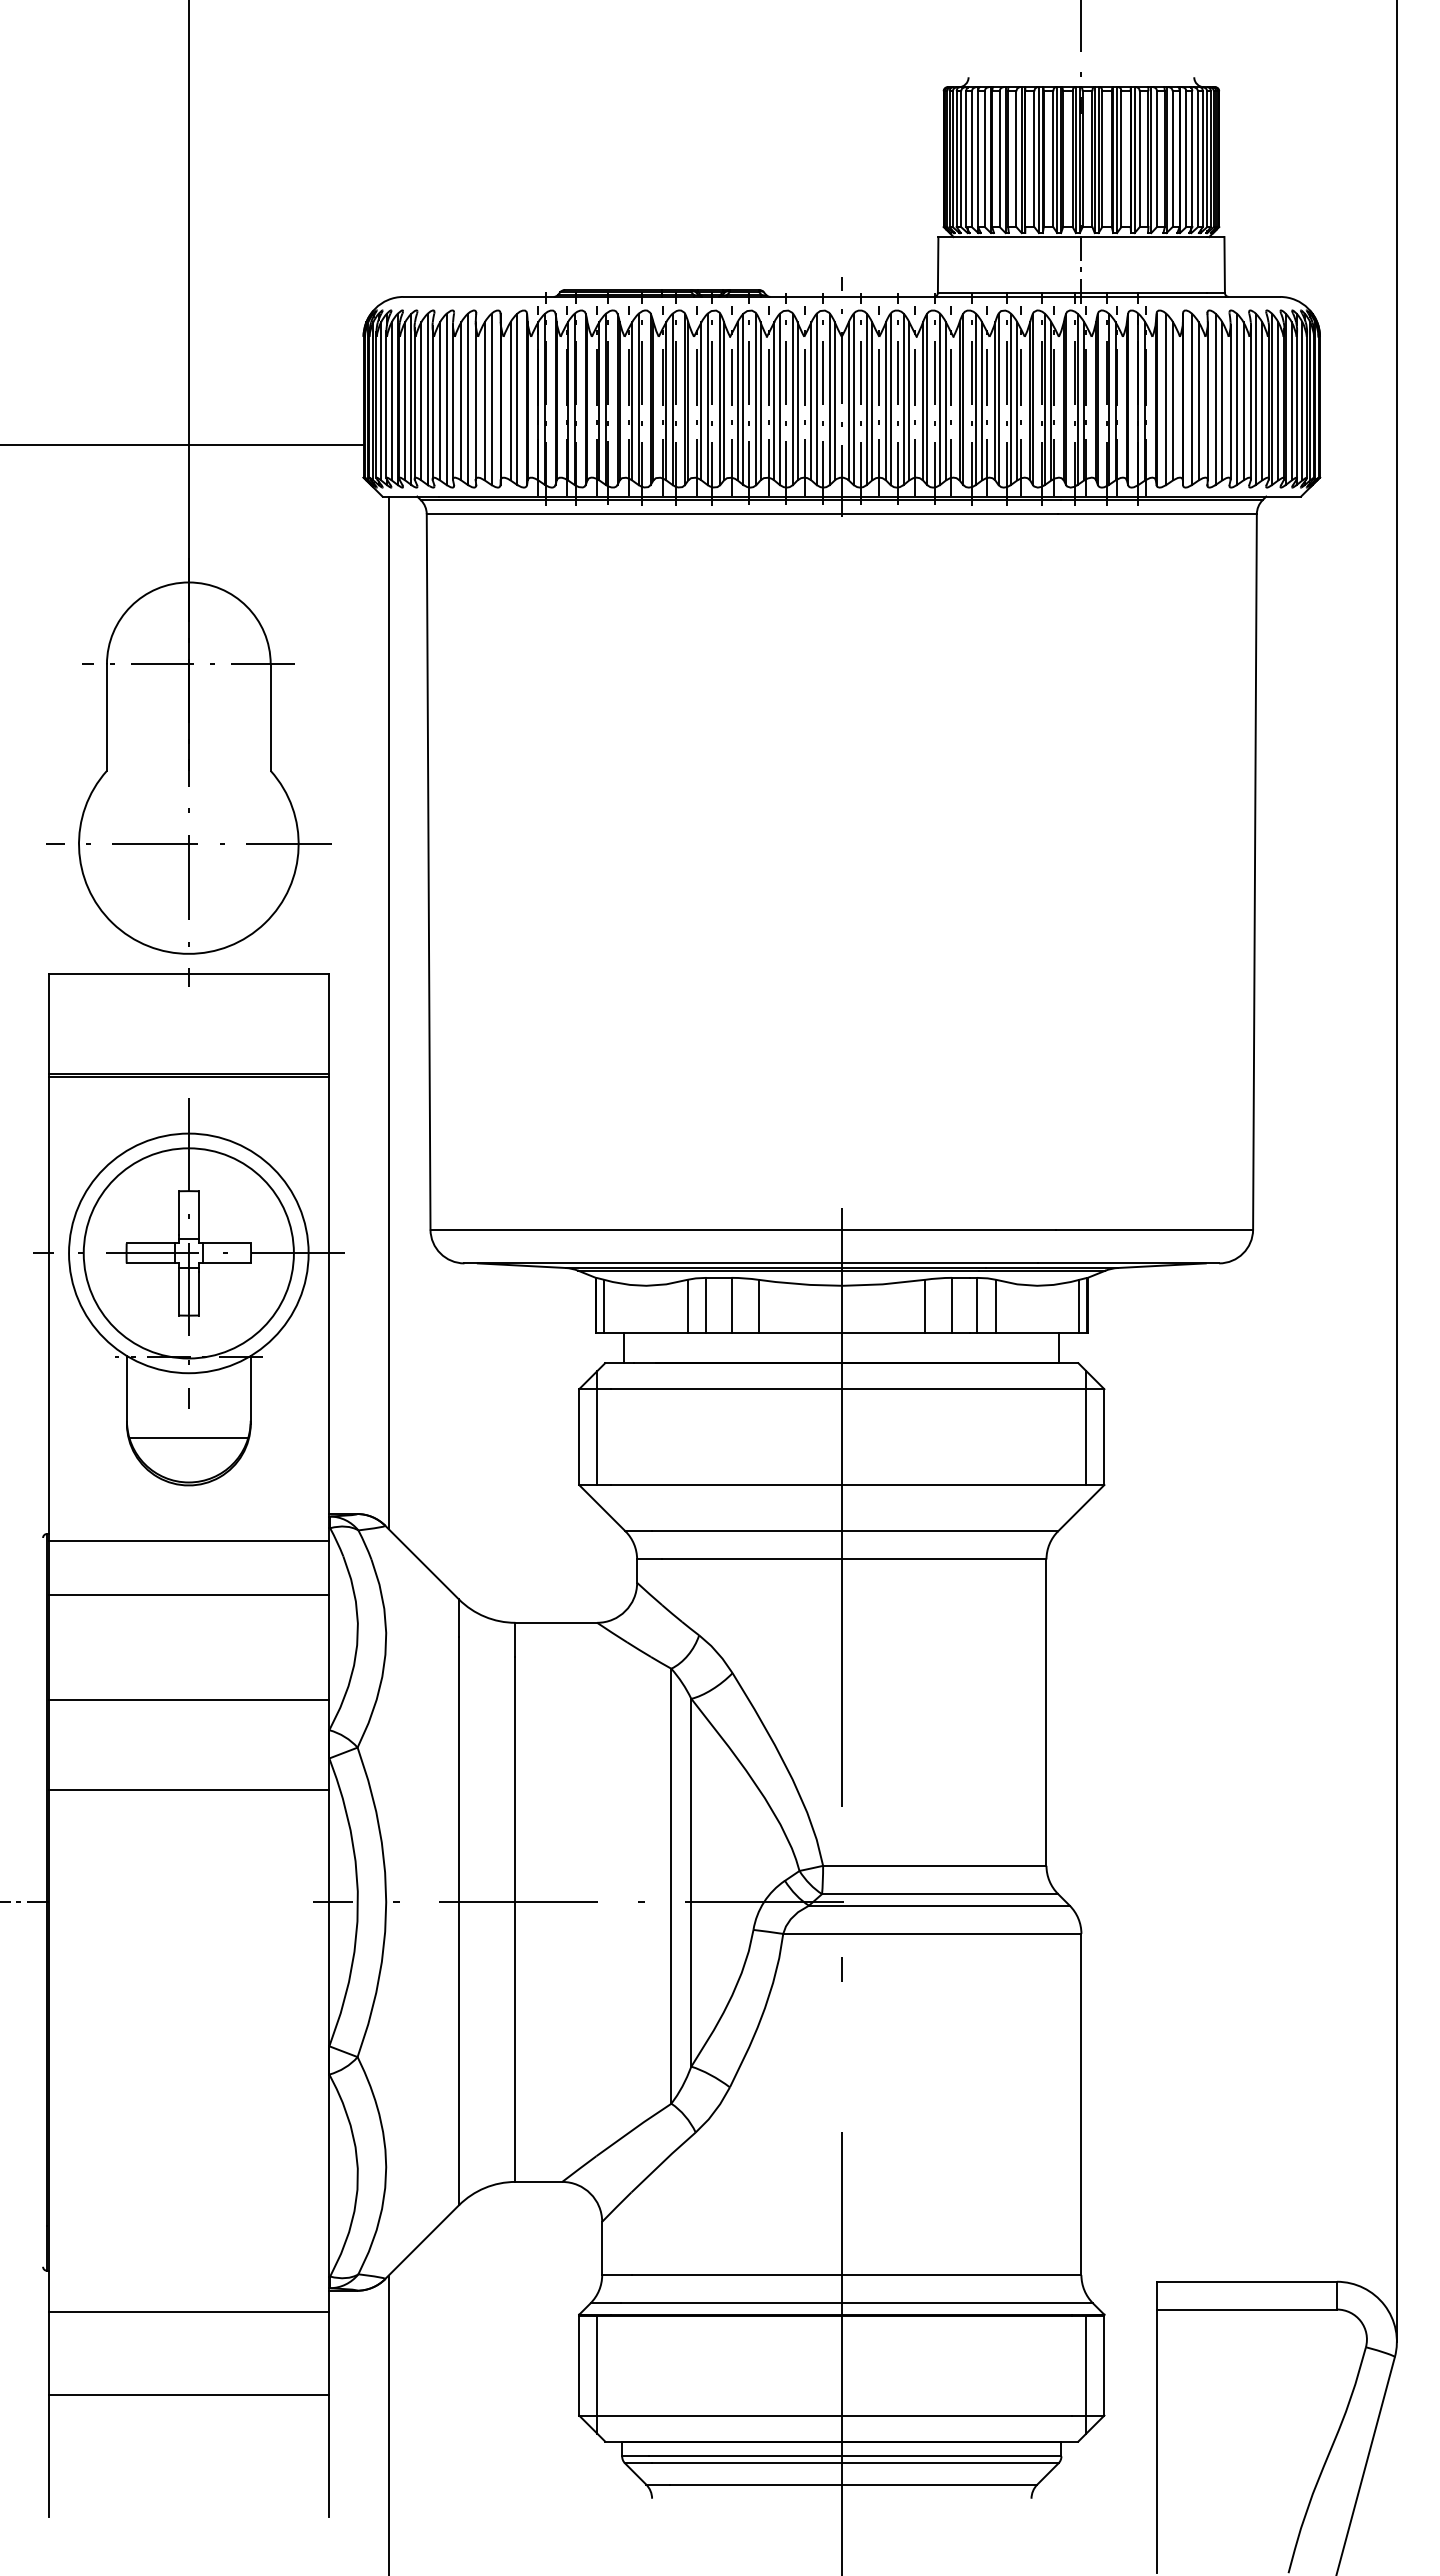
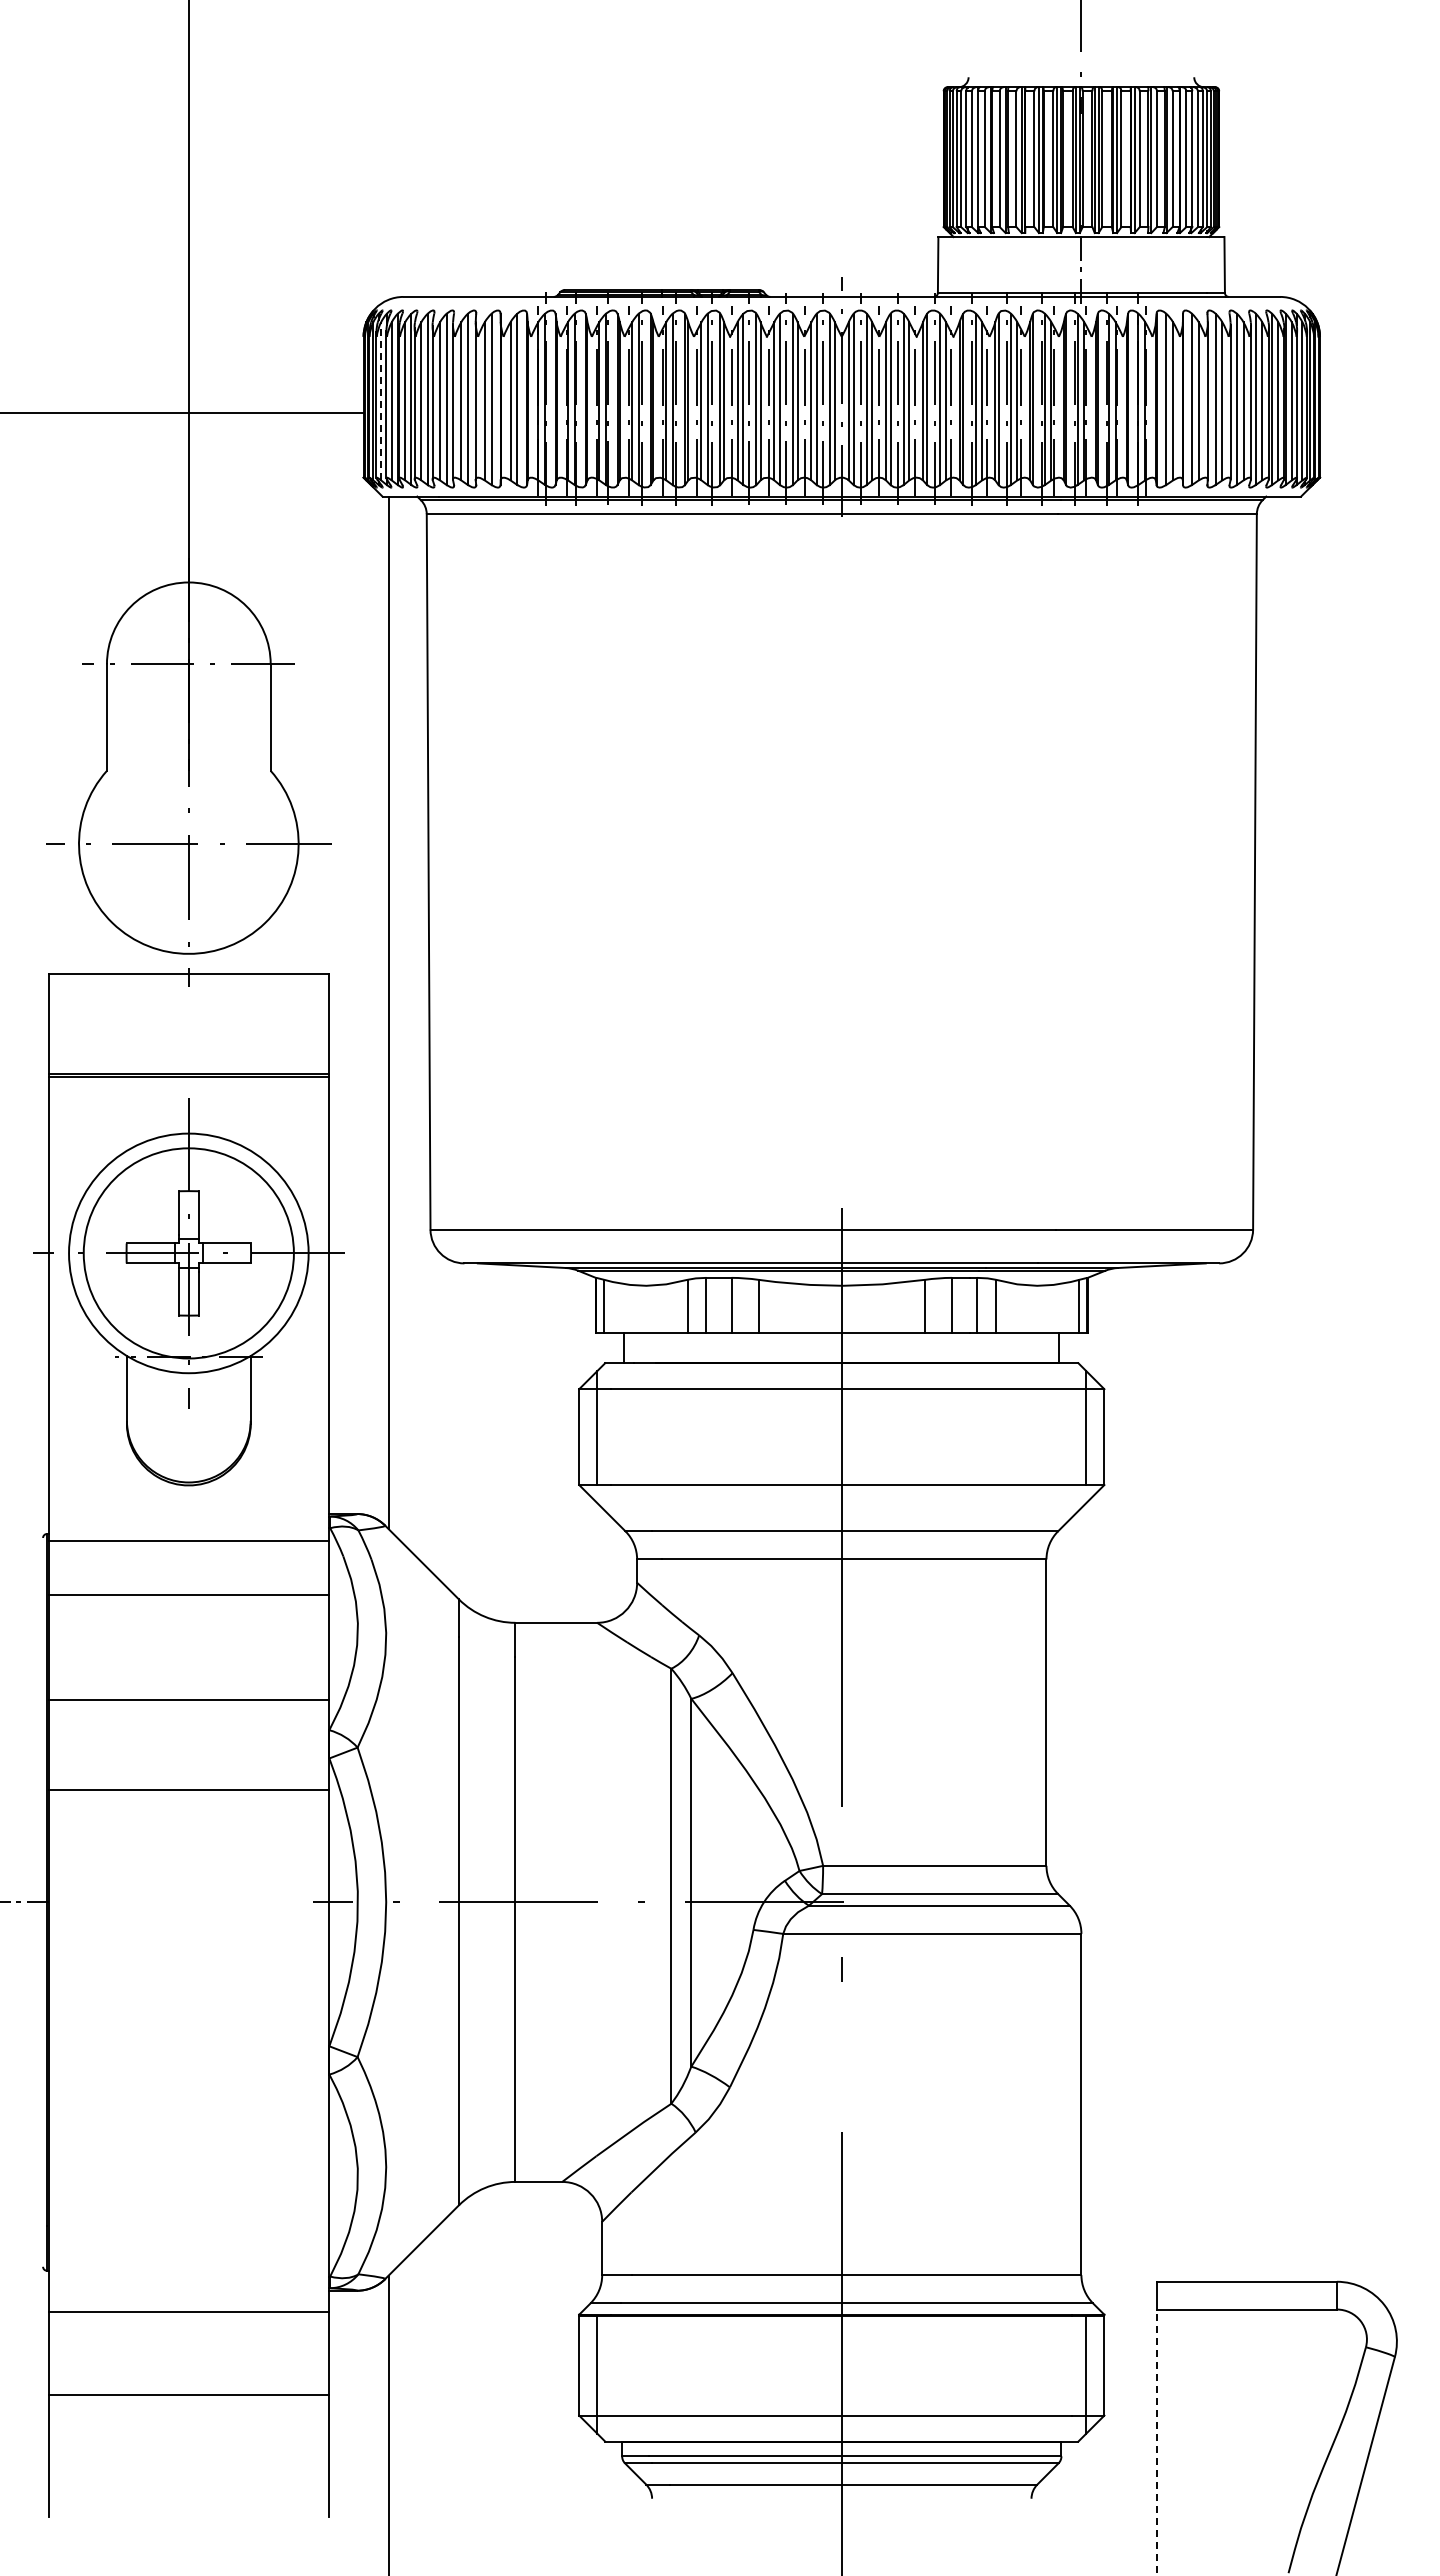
line at (381, 400): solid -> dashed
line at (182, 444) position: (182, 444) -> (182, 412)
line at (1396, 1171): present -> none
line at (188, 1437): present -> none
line at (1157, 2441): solid -> dashed
